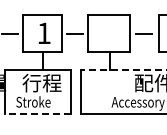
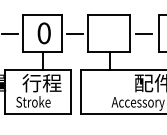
text at (43, 33): 1 -> 0
line at (123, 69): dashed -> solid
line at (37, 113): dashed -> solid
